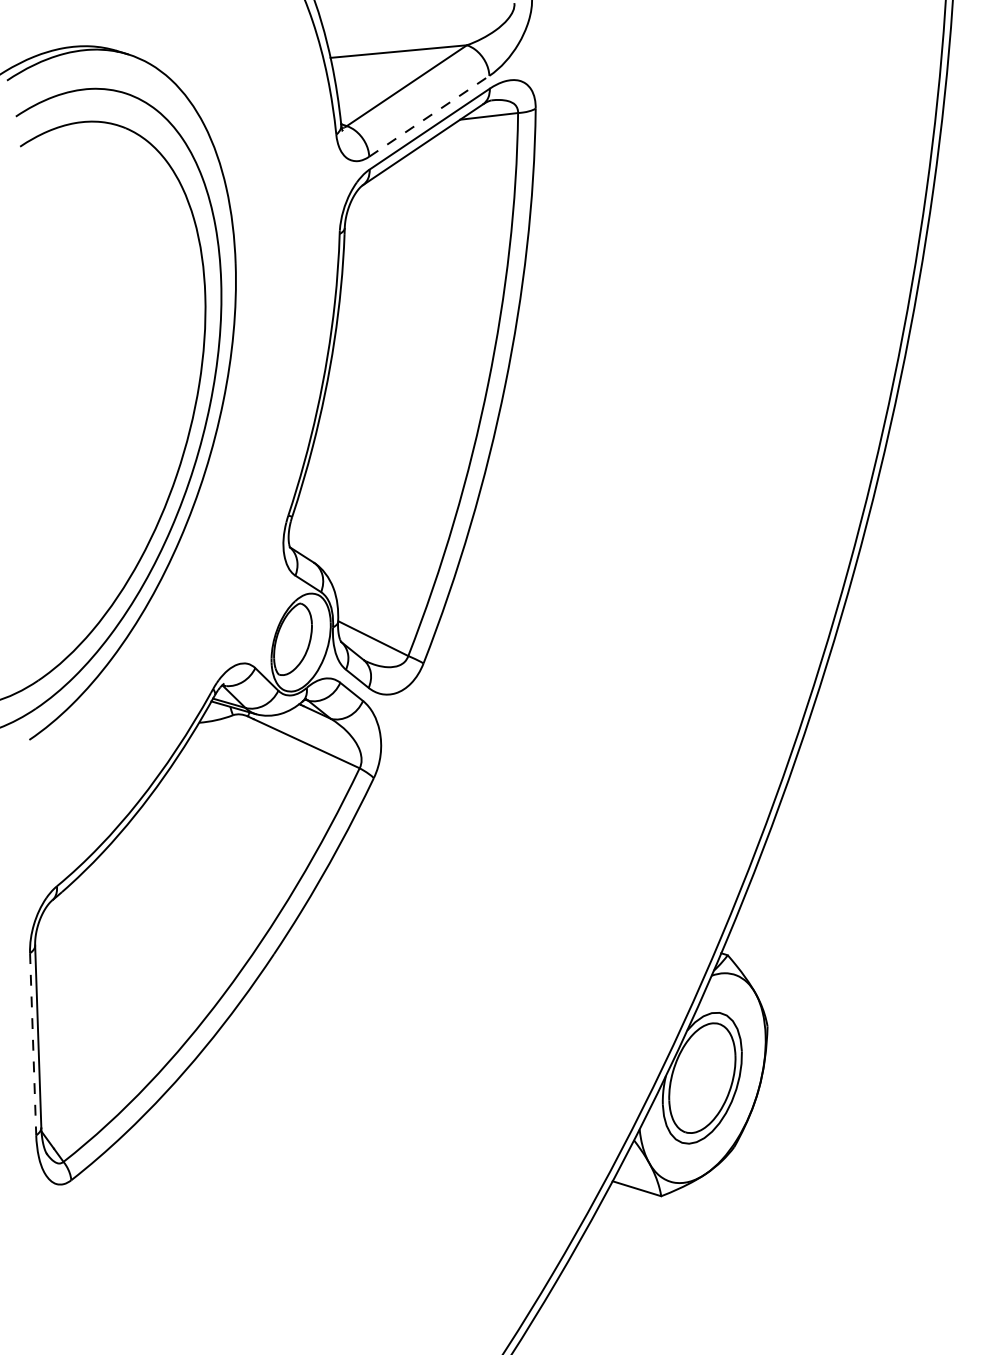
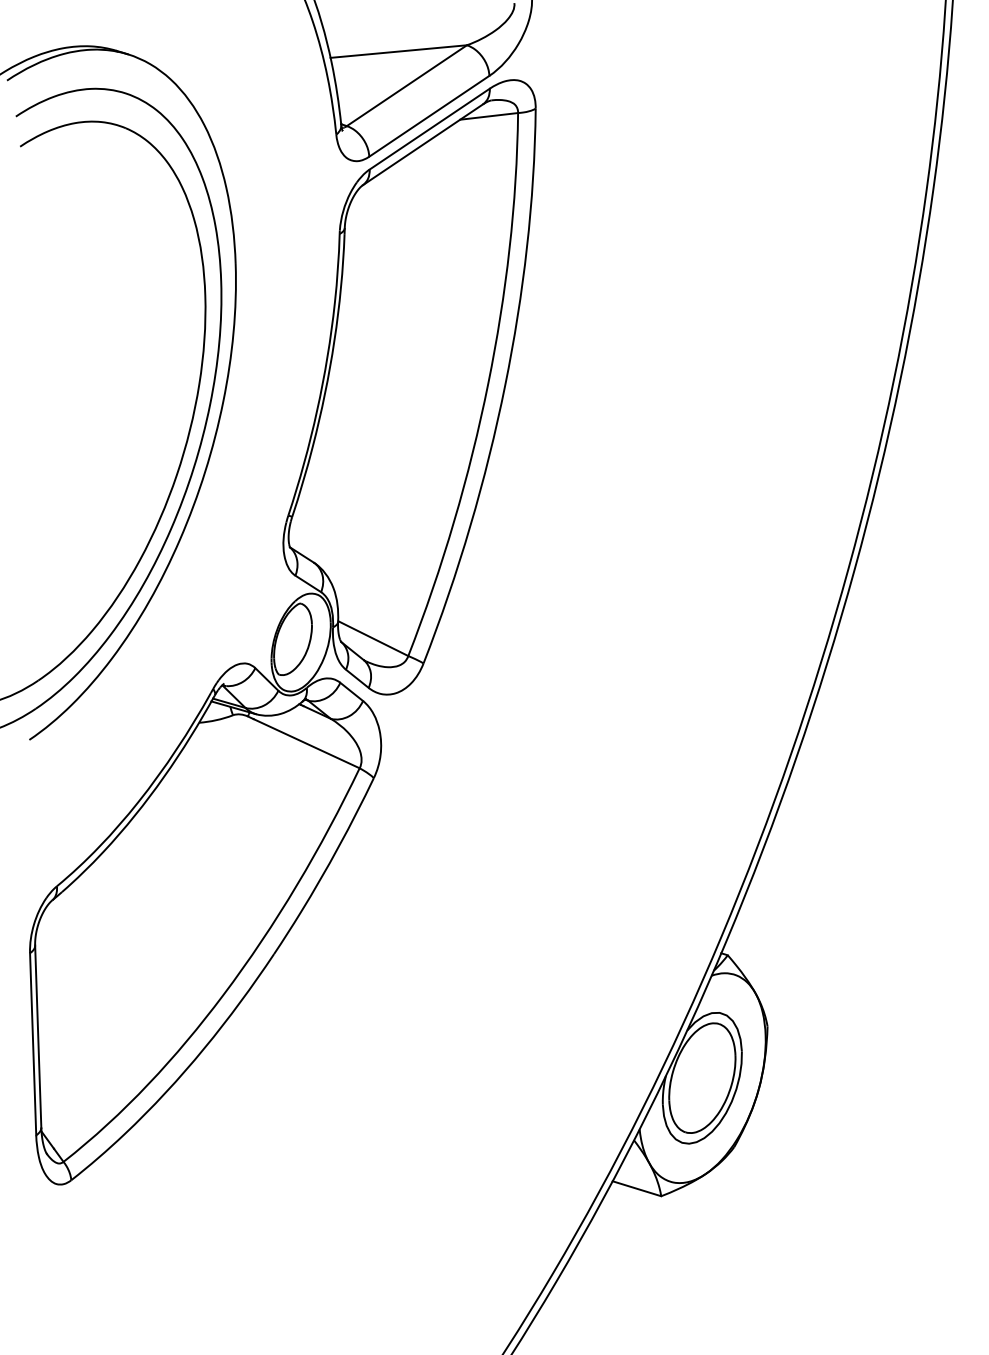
line at (429, 116): dashed -> solid
line at (33, 1044): dashed -> solid
